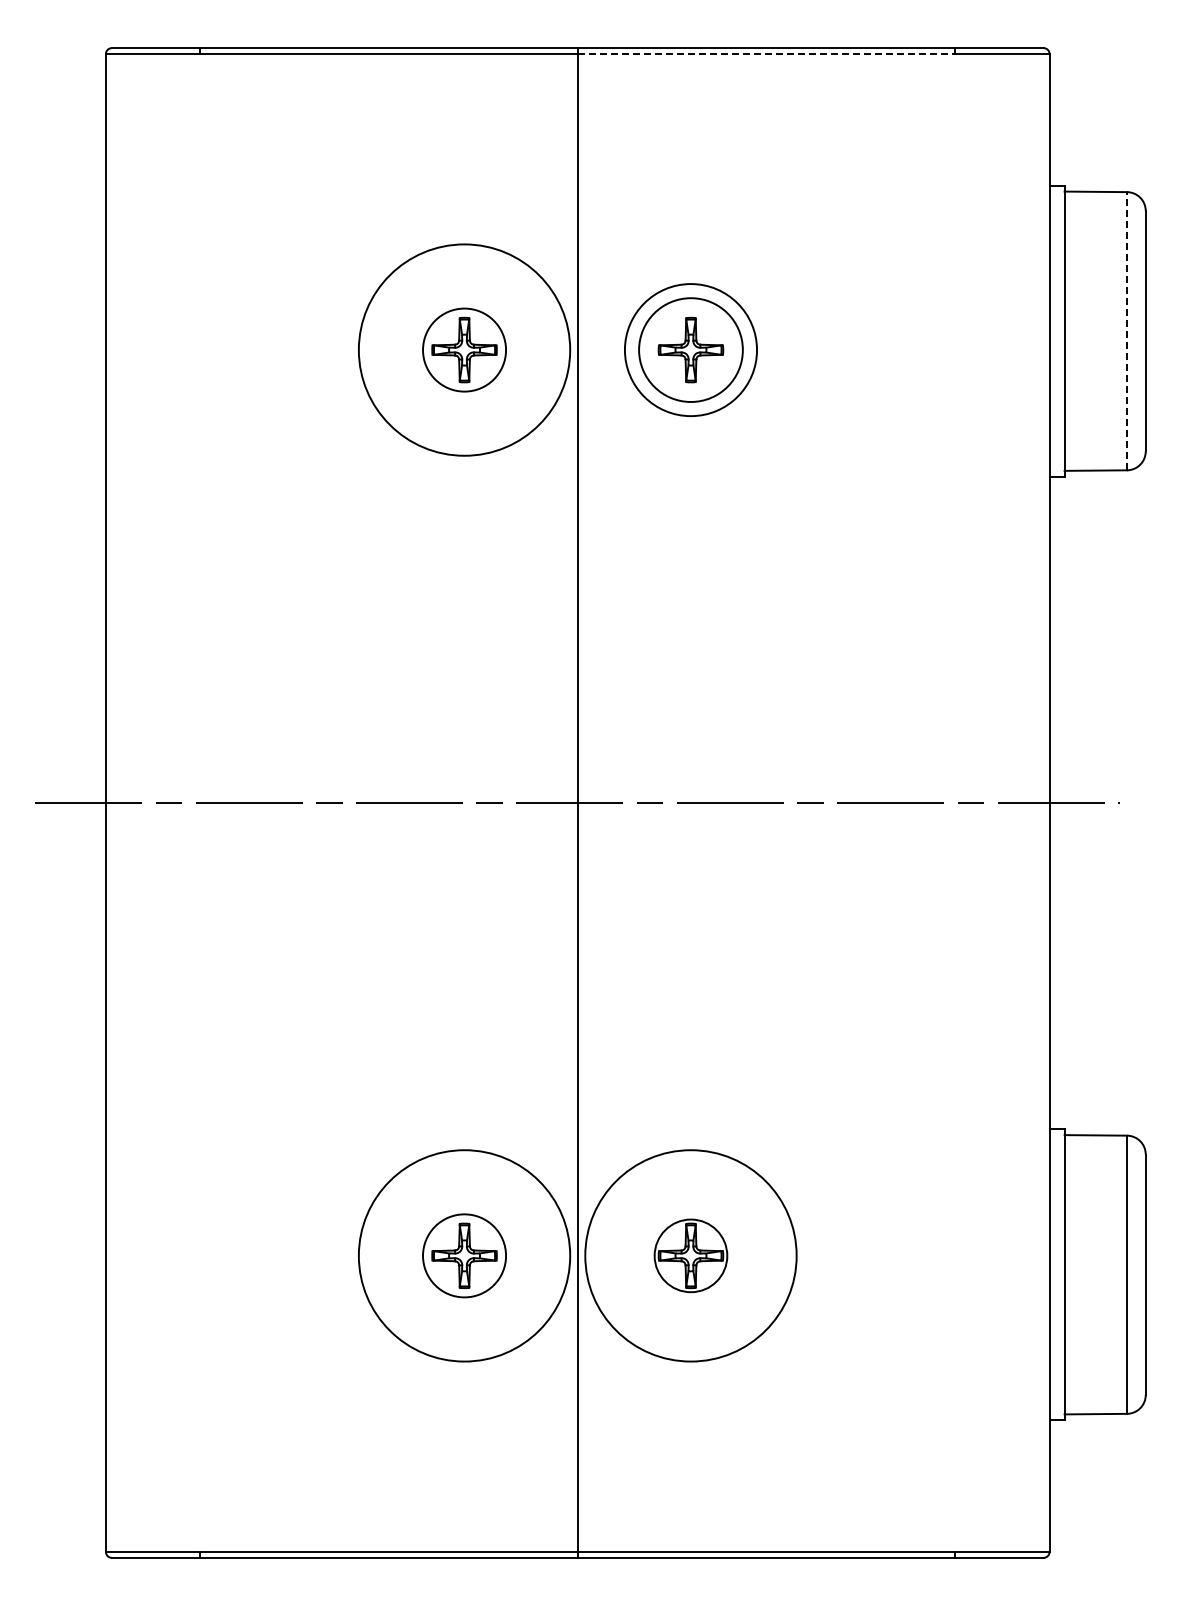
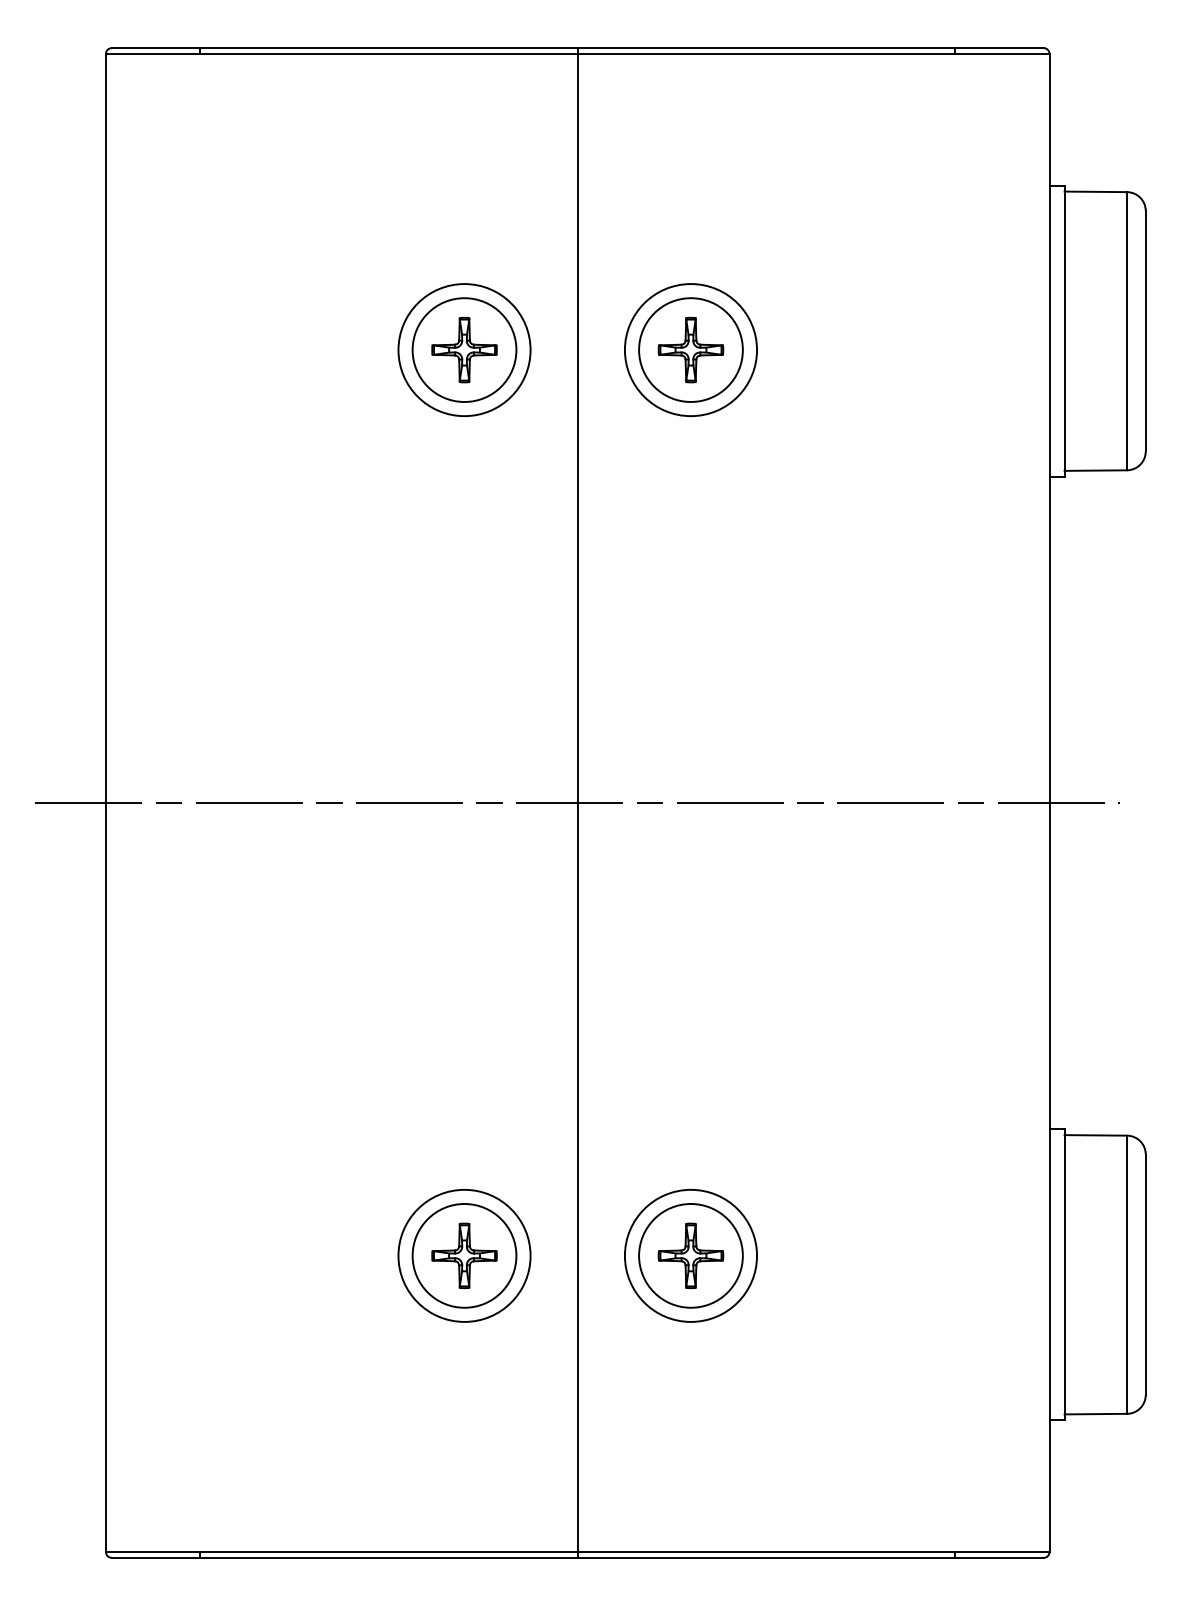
line at (766, 53): dashed -> solid
line at (1127, 330): dashed -> solid
circle at (464, 349) diameter: 211 px -> 132 px
circle at (464, 349) diameter: 83 px -> 104 px
circle at (464, 1255) diameter: 211 px -> 132 px
circle at (464, 1255) diameter: 83 px -> 104 px
circle at (690, 1255) diameter: 211 px -> 132 px
circle at (690, 1255) diameter: 73 px -> 104 px
